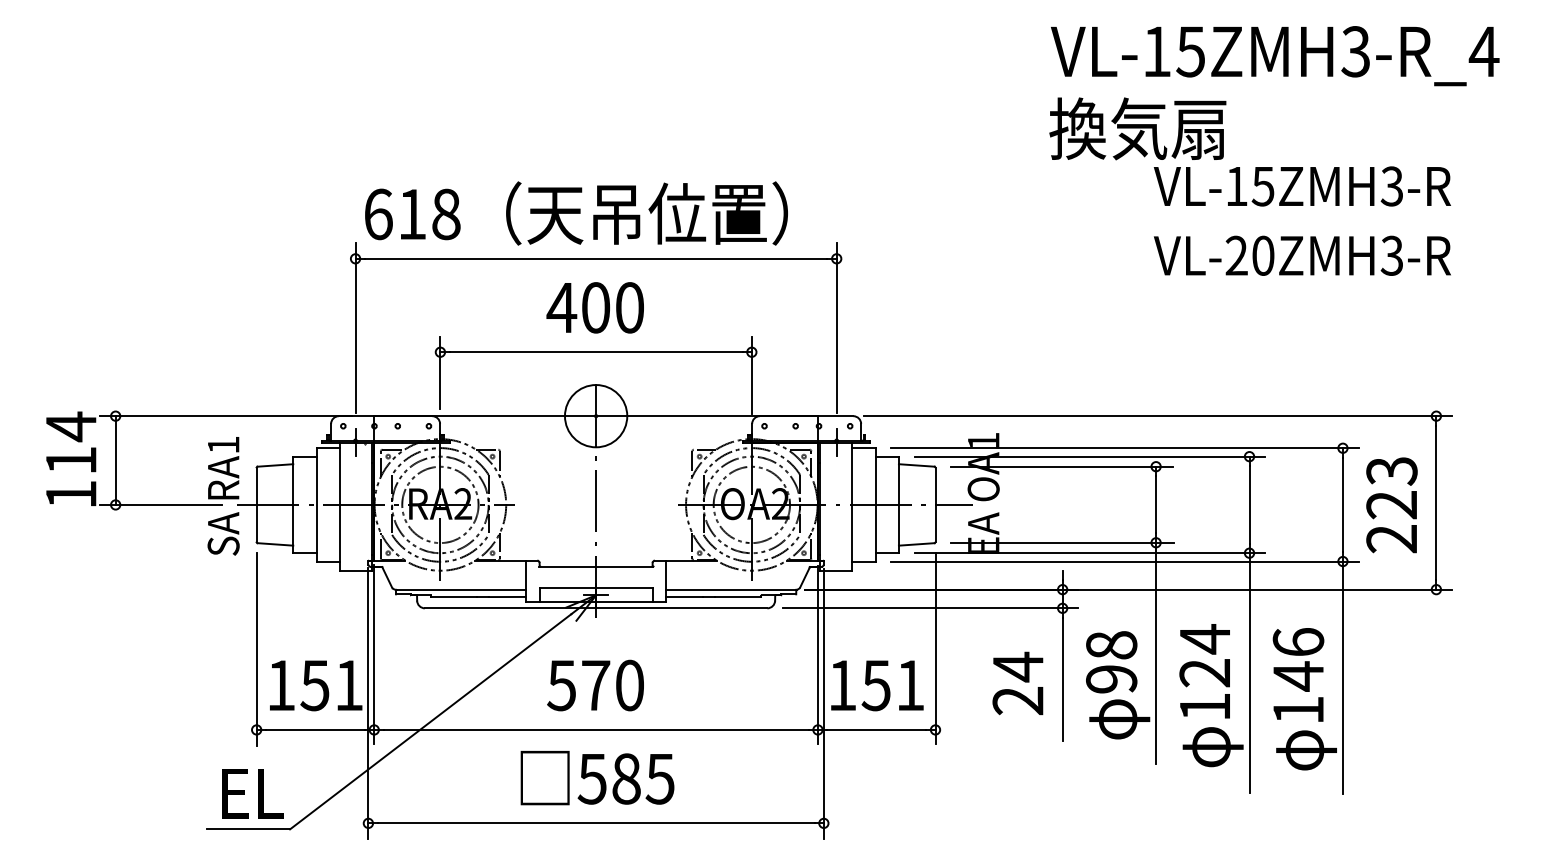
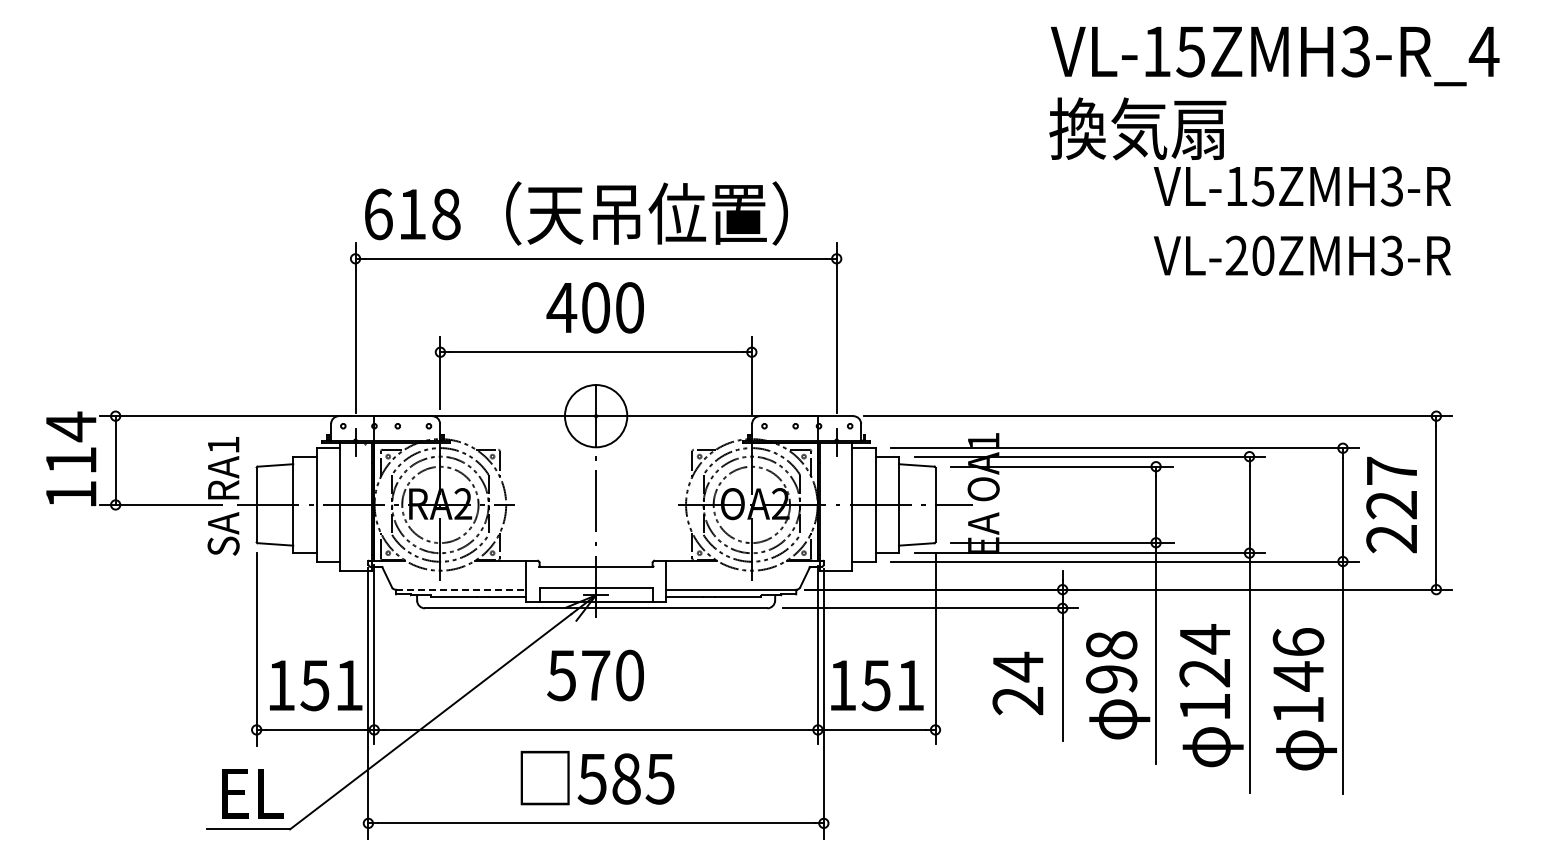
text at (1391, 470): 223 -> 227
line at (461, 589): solid -> dashed
text at (595, 685) position: (595, 685) -> (595, 675)
